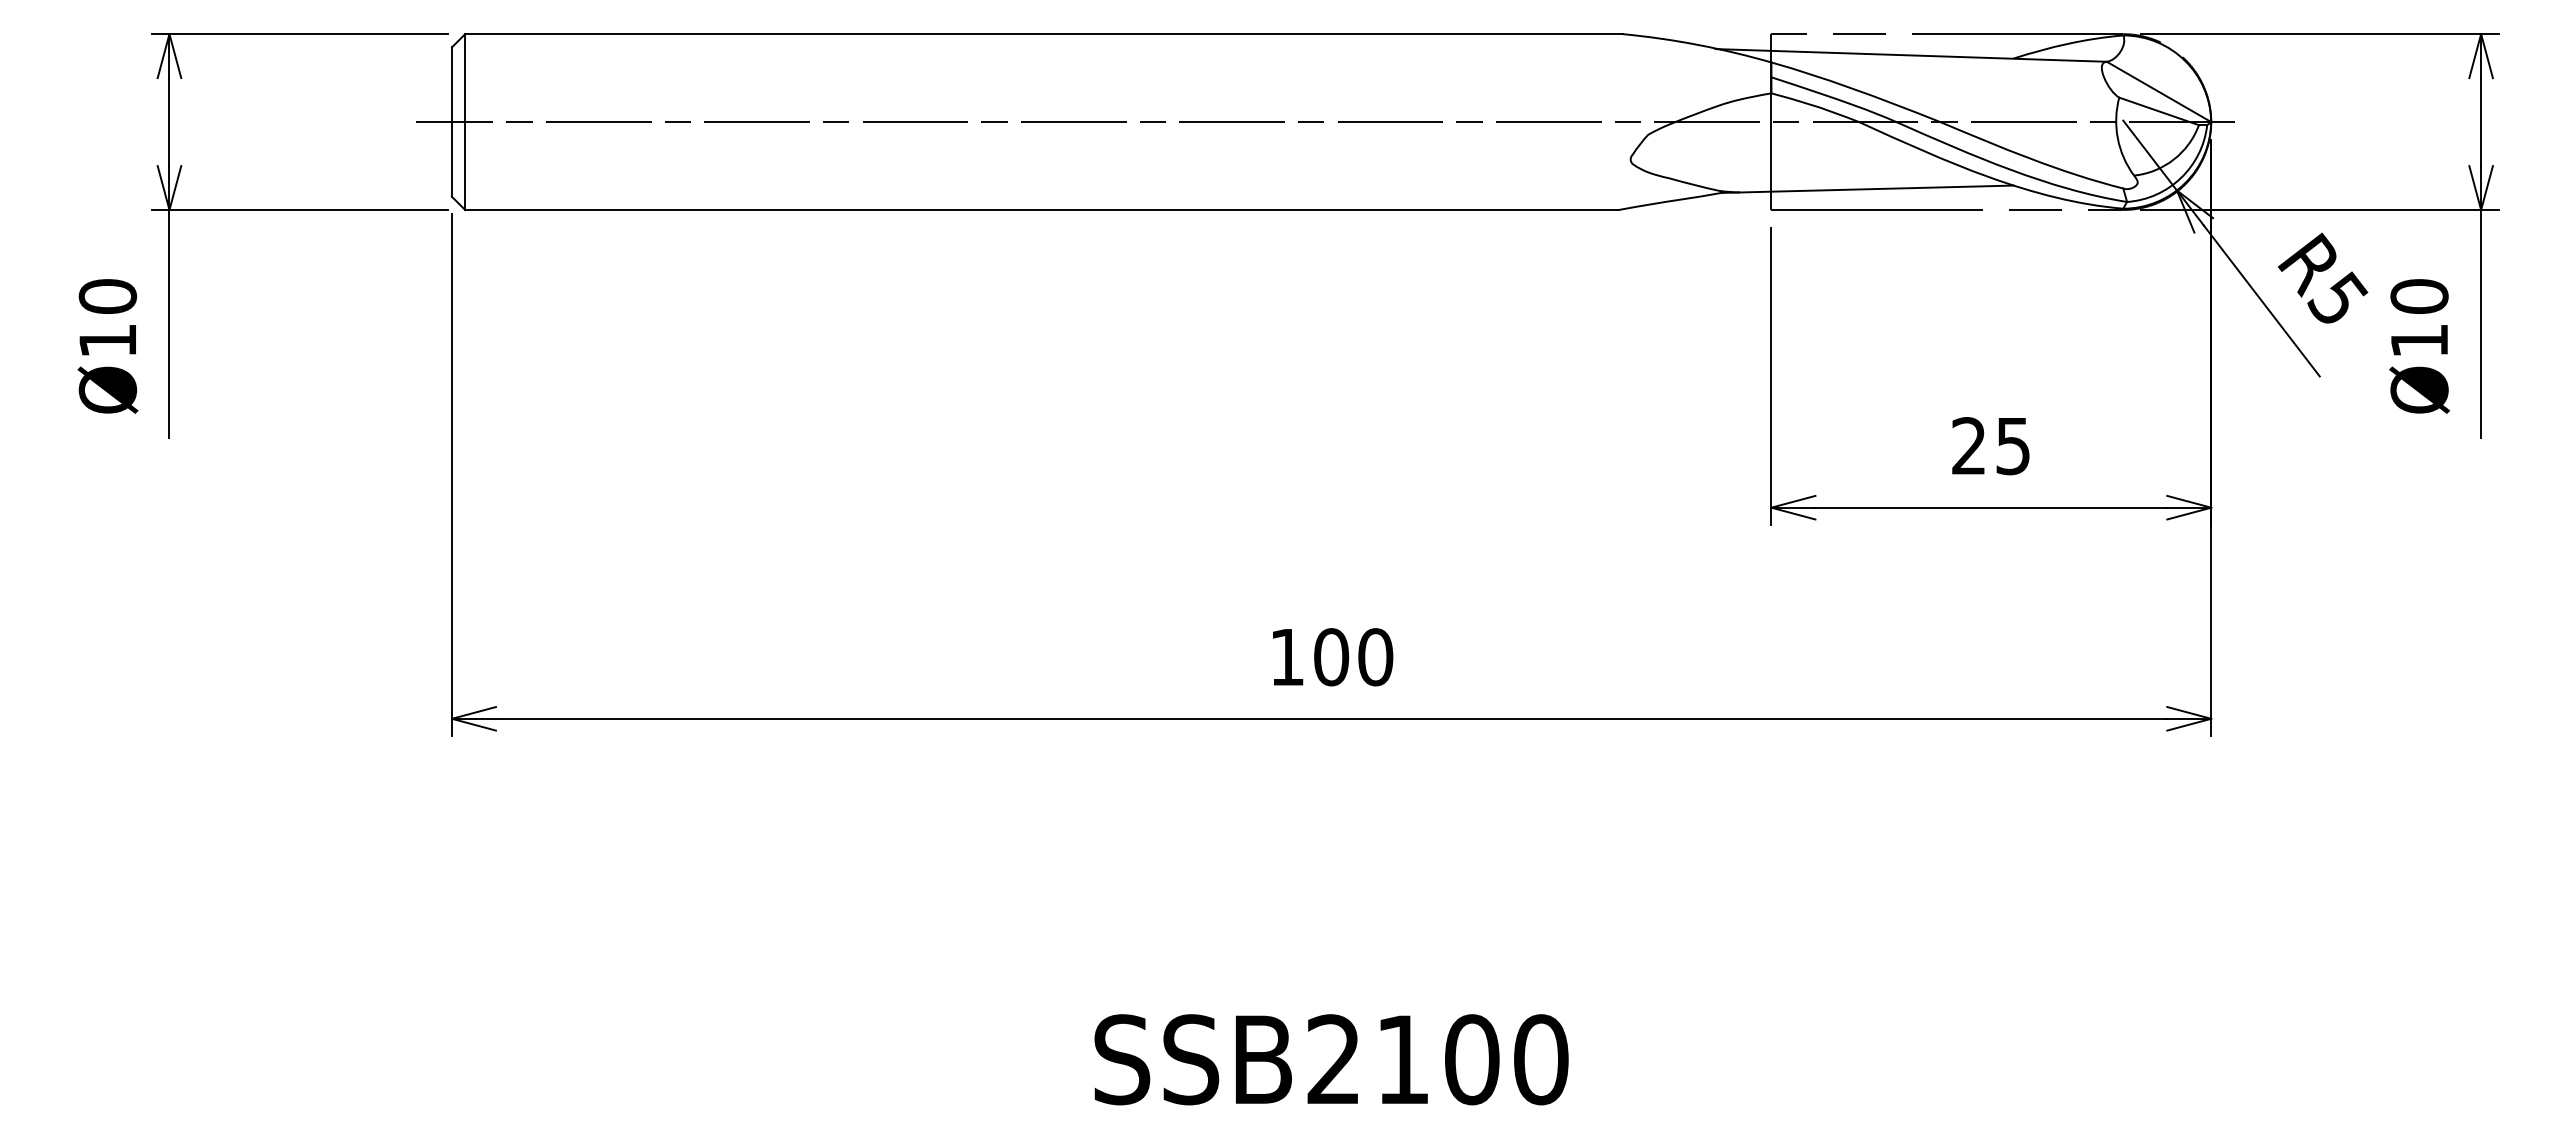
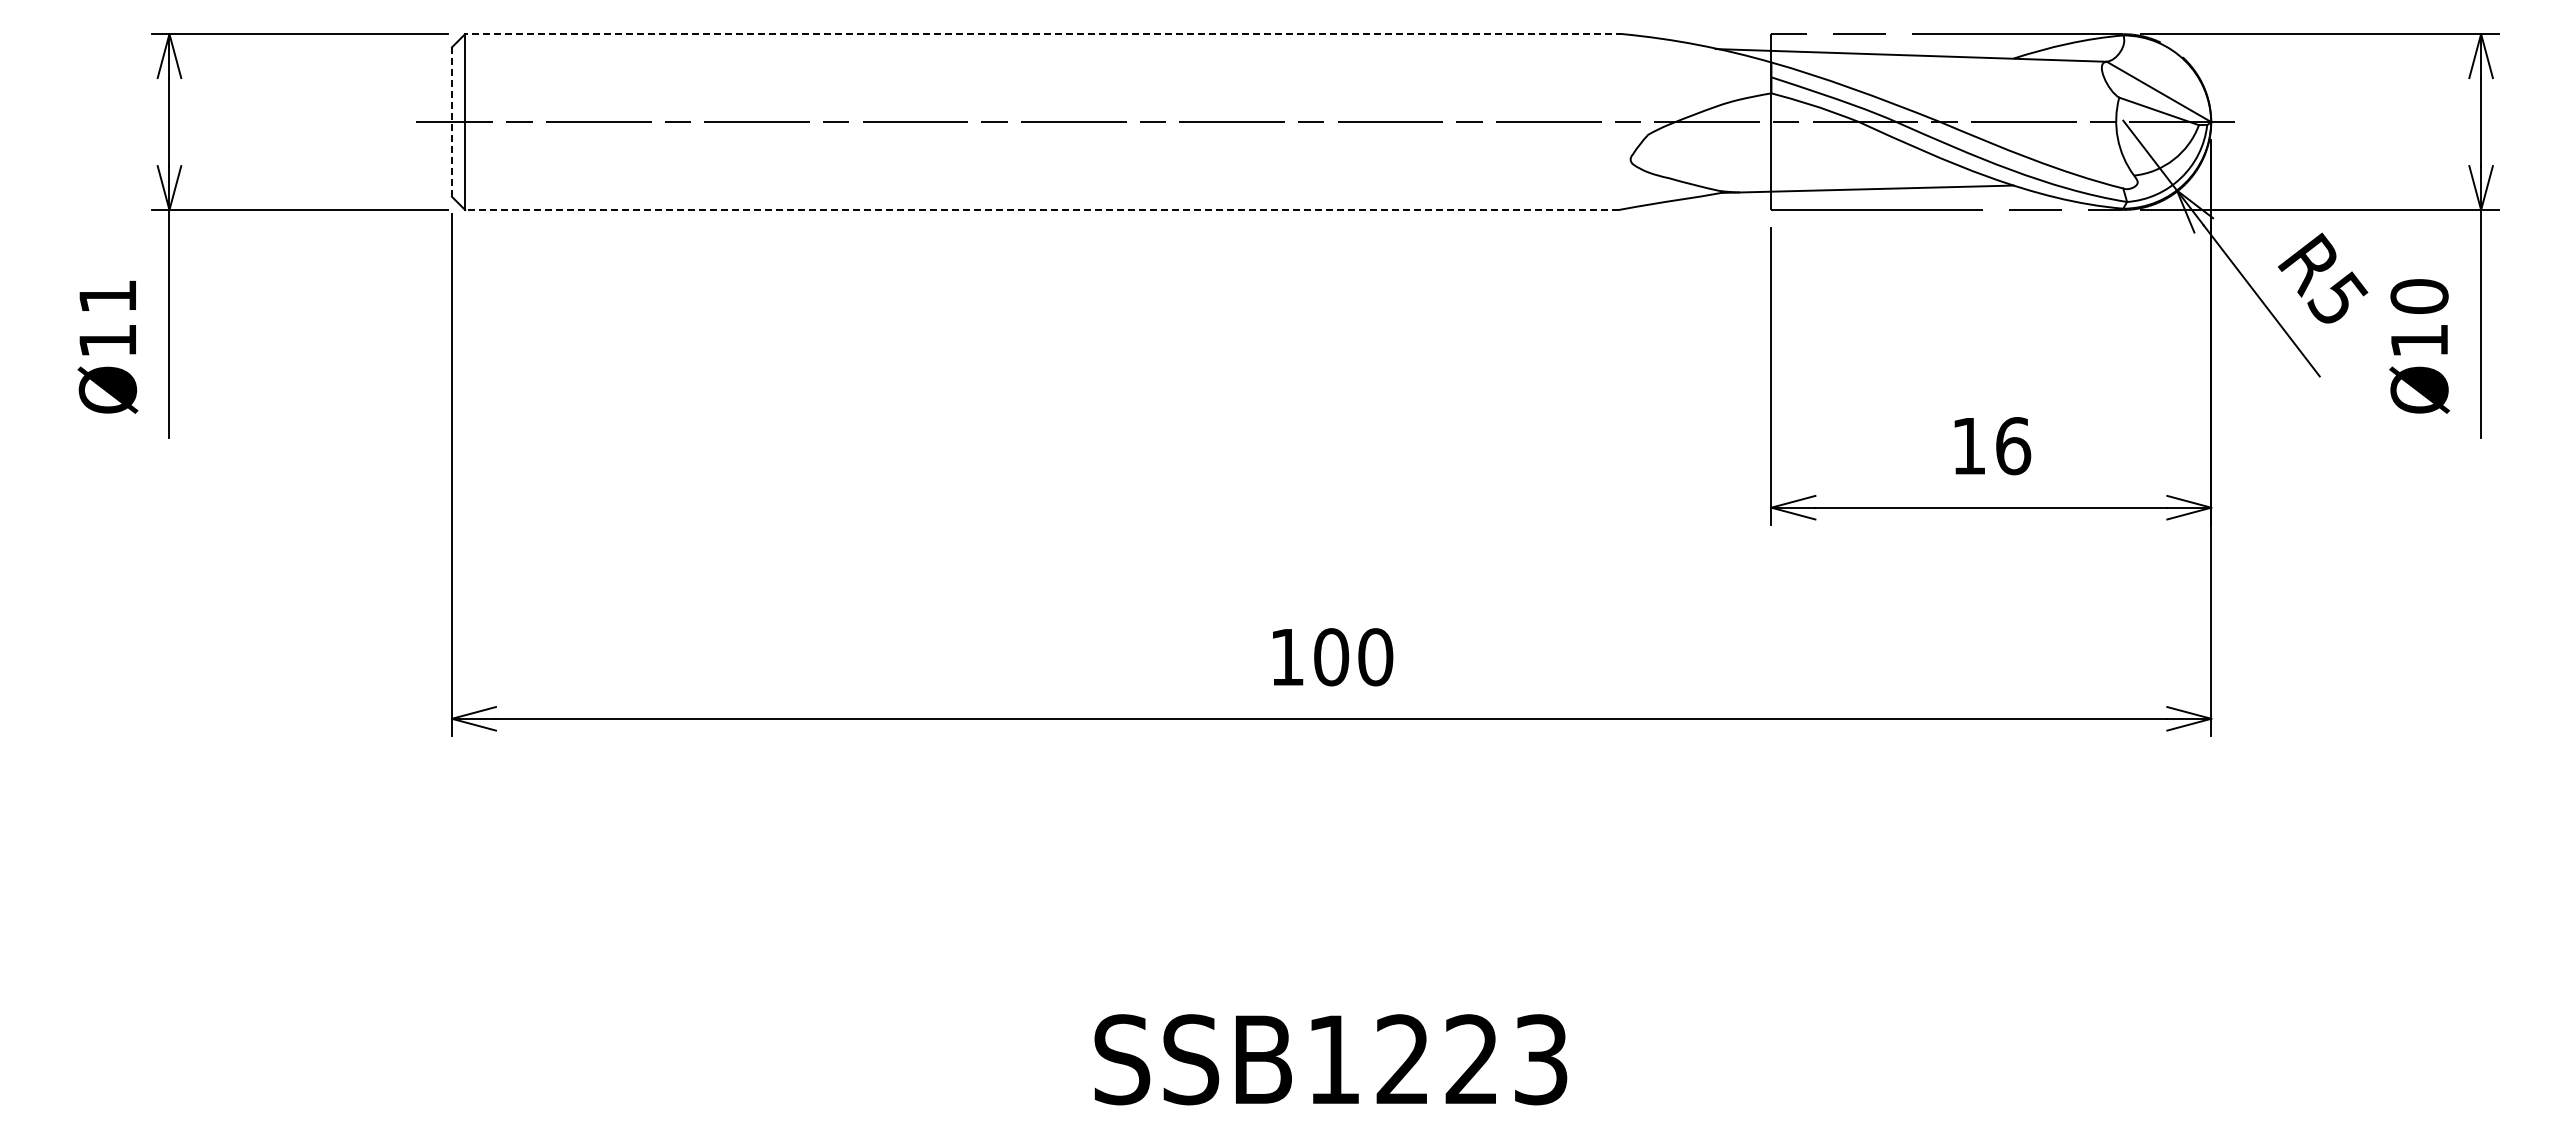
line at (1043, 34): solid -> dashed
line at (452, 122): solid -> dashed
line at (1041, 210): solid -> dashed
text at (107, 296): Ø10 -> Ø11
text at (1991, 446): 25 -> 16
text at (1437, 1059): SSB2100 -> SSB1223
